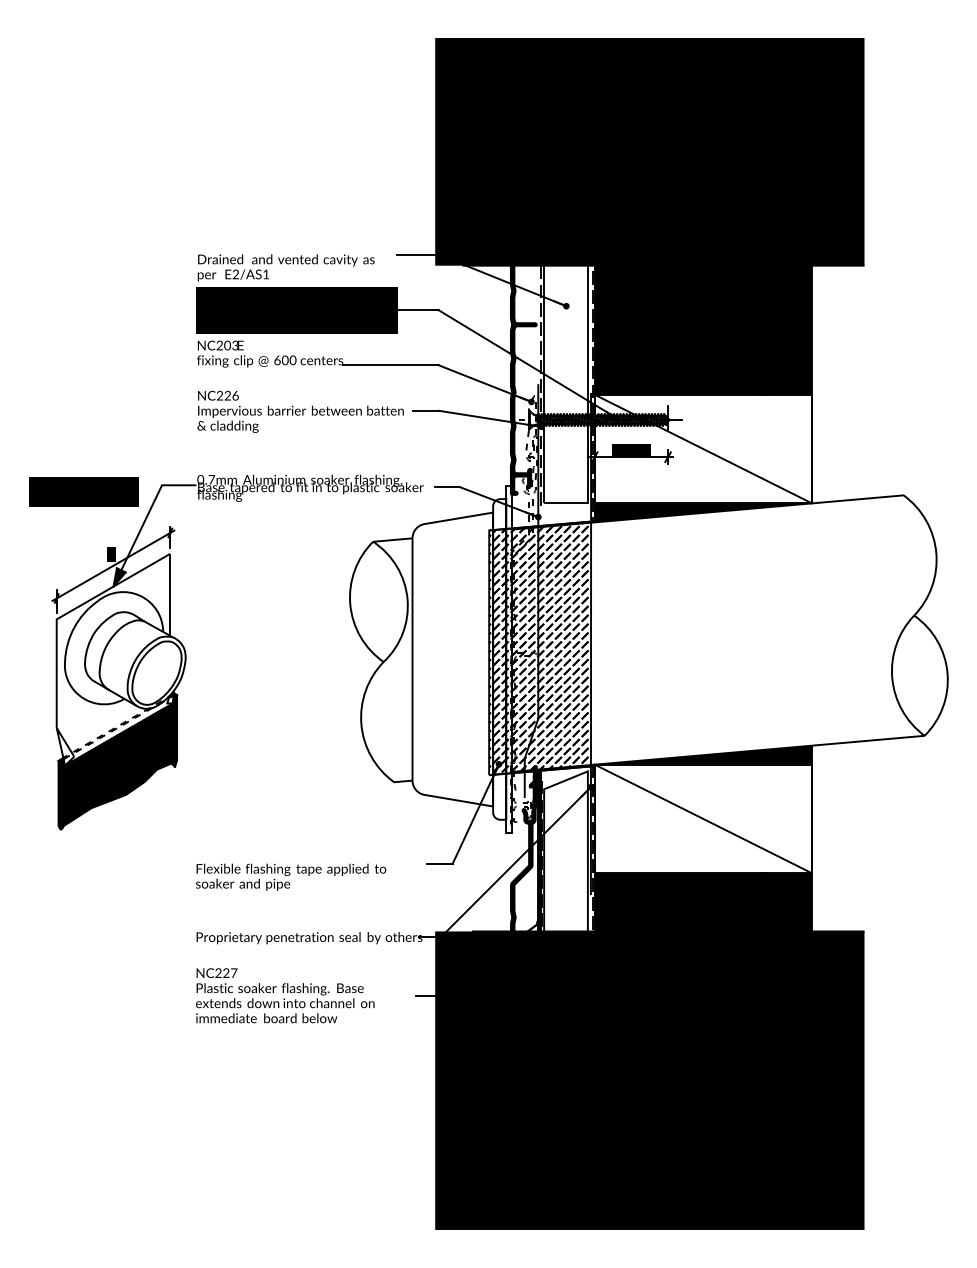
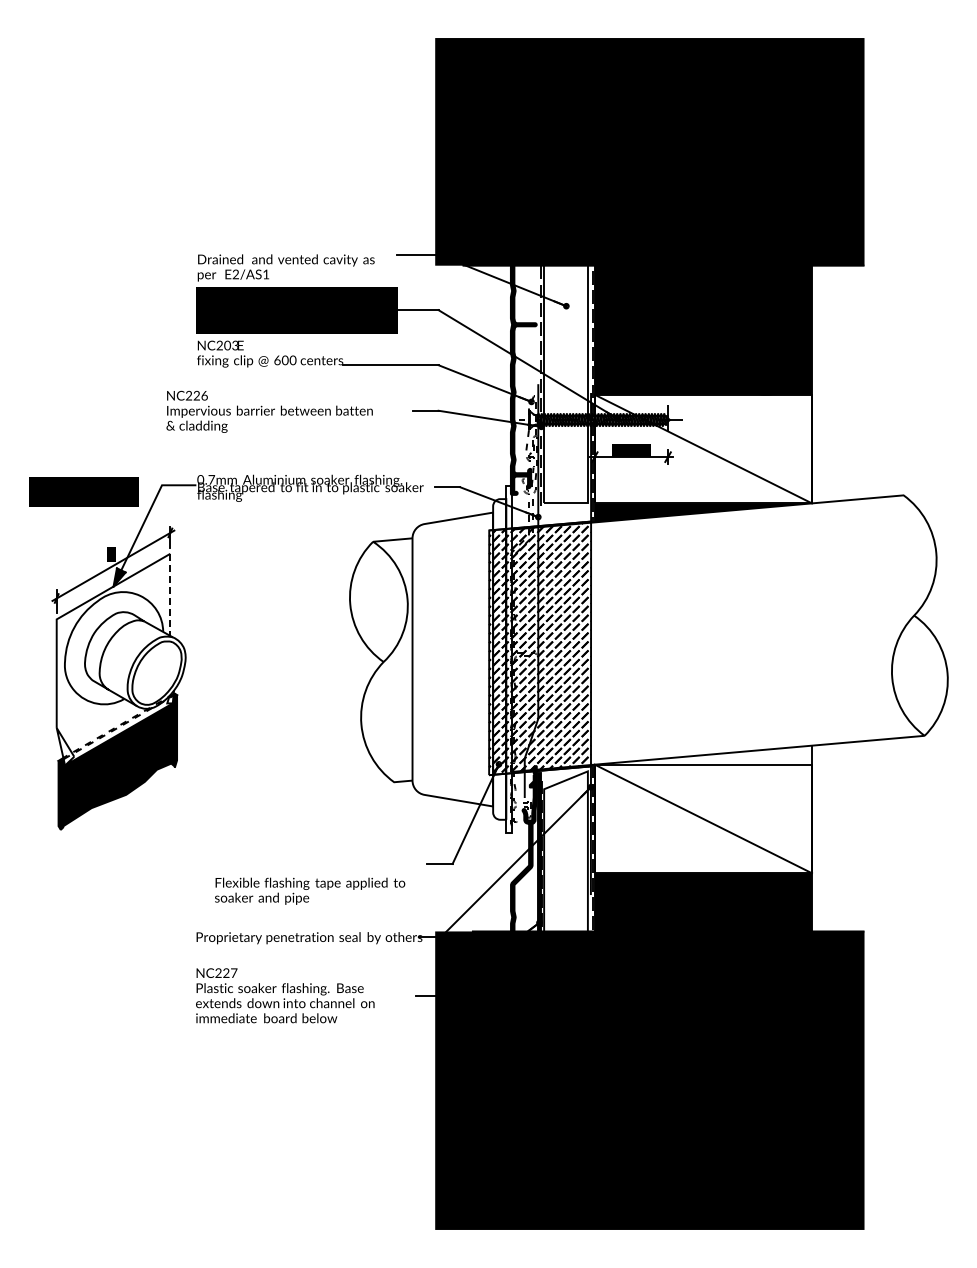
text at (300, 411) position: (300, 411) -> (269, 411)
line at (170, 594): solid -> dashed
fill at (702, 754): present -> none
text at (291, 876) position: (291, 876) -> (310, 890)
